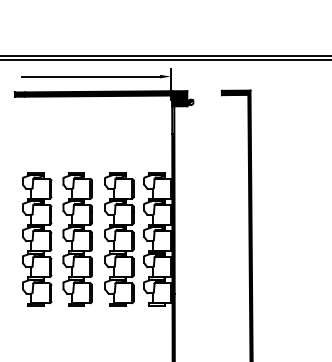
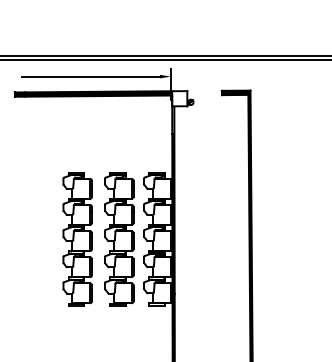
fill at (179, 98): present -> none
part at (37, 239): present -> none
